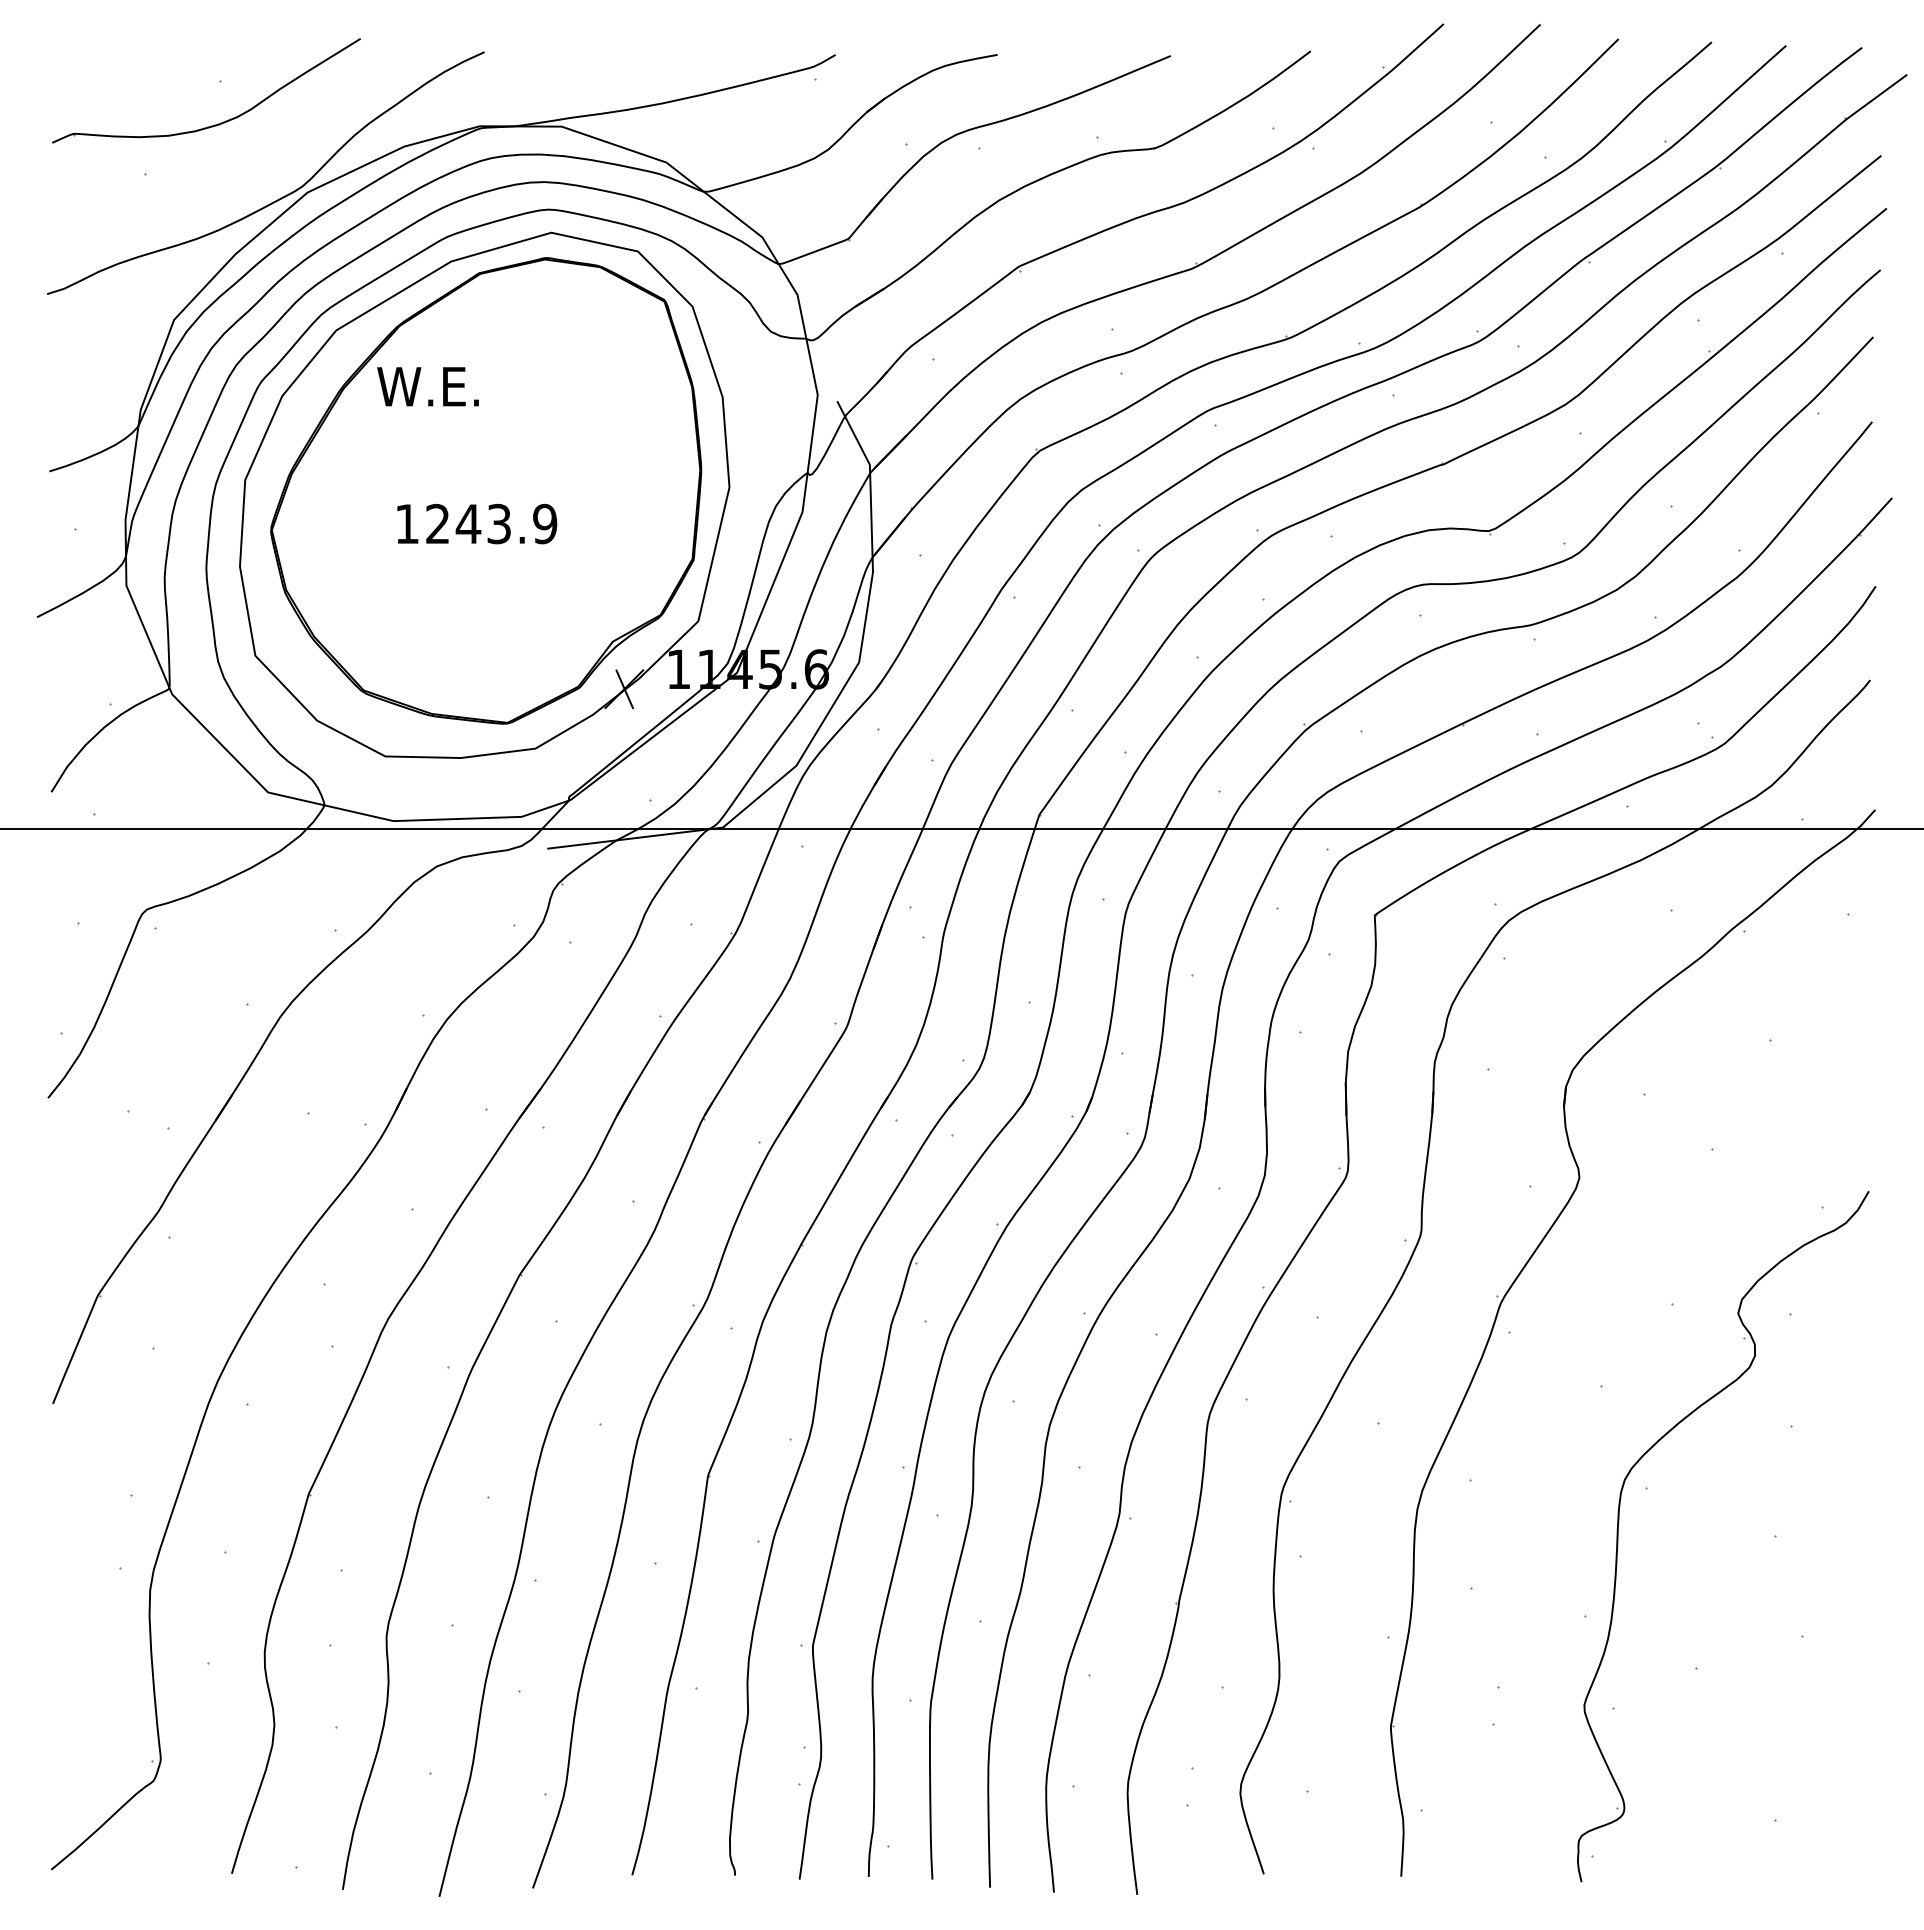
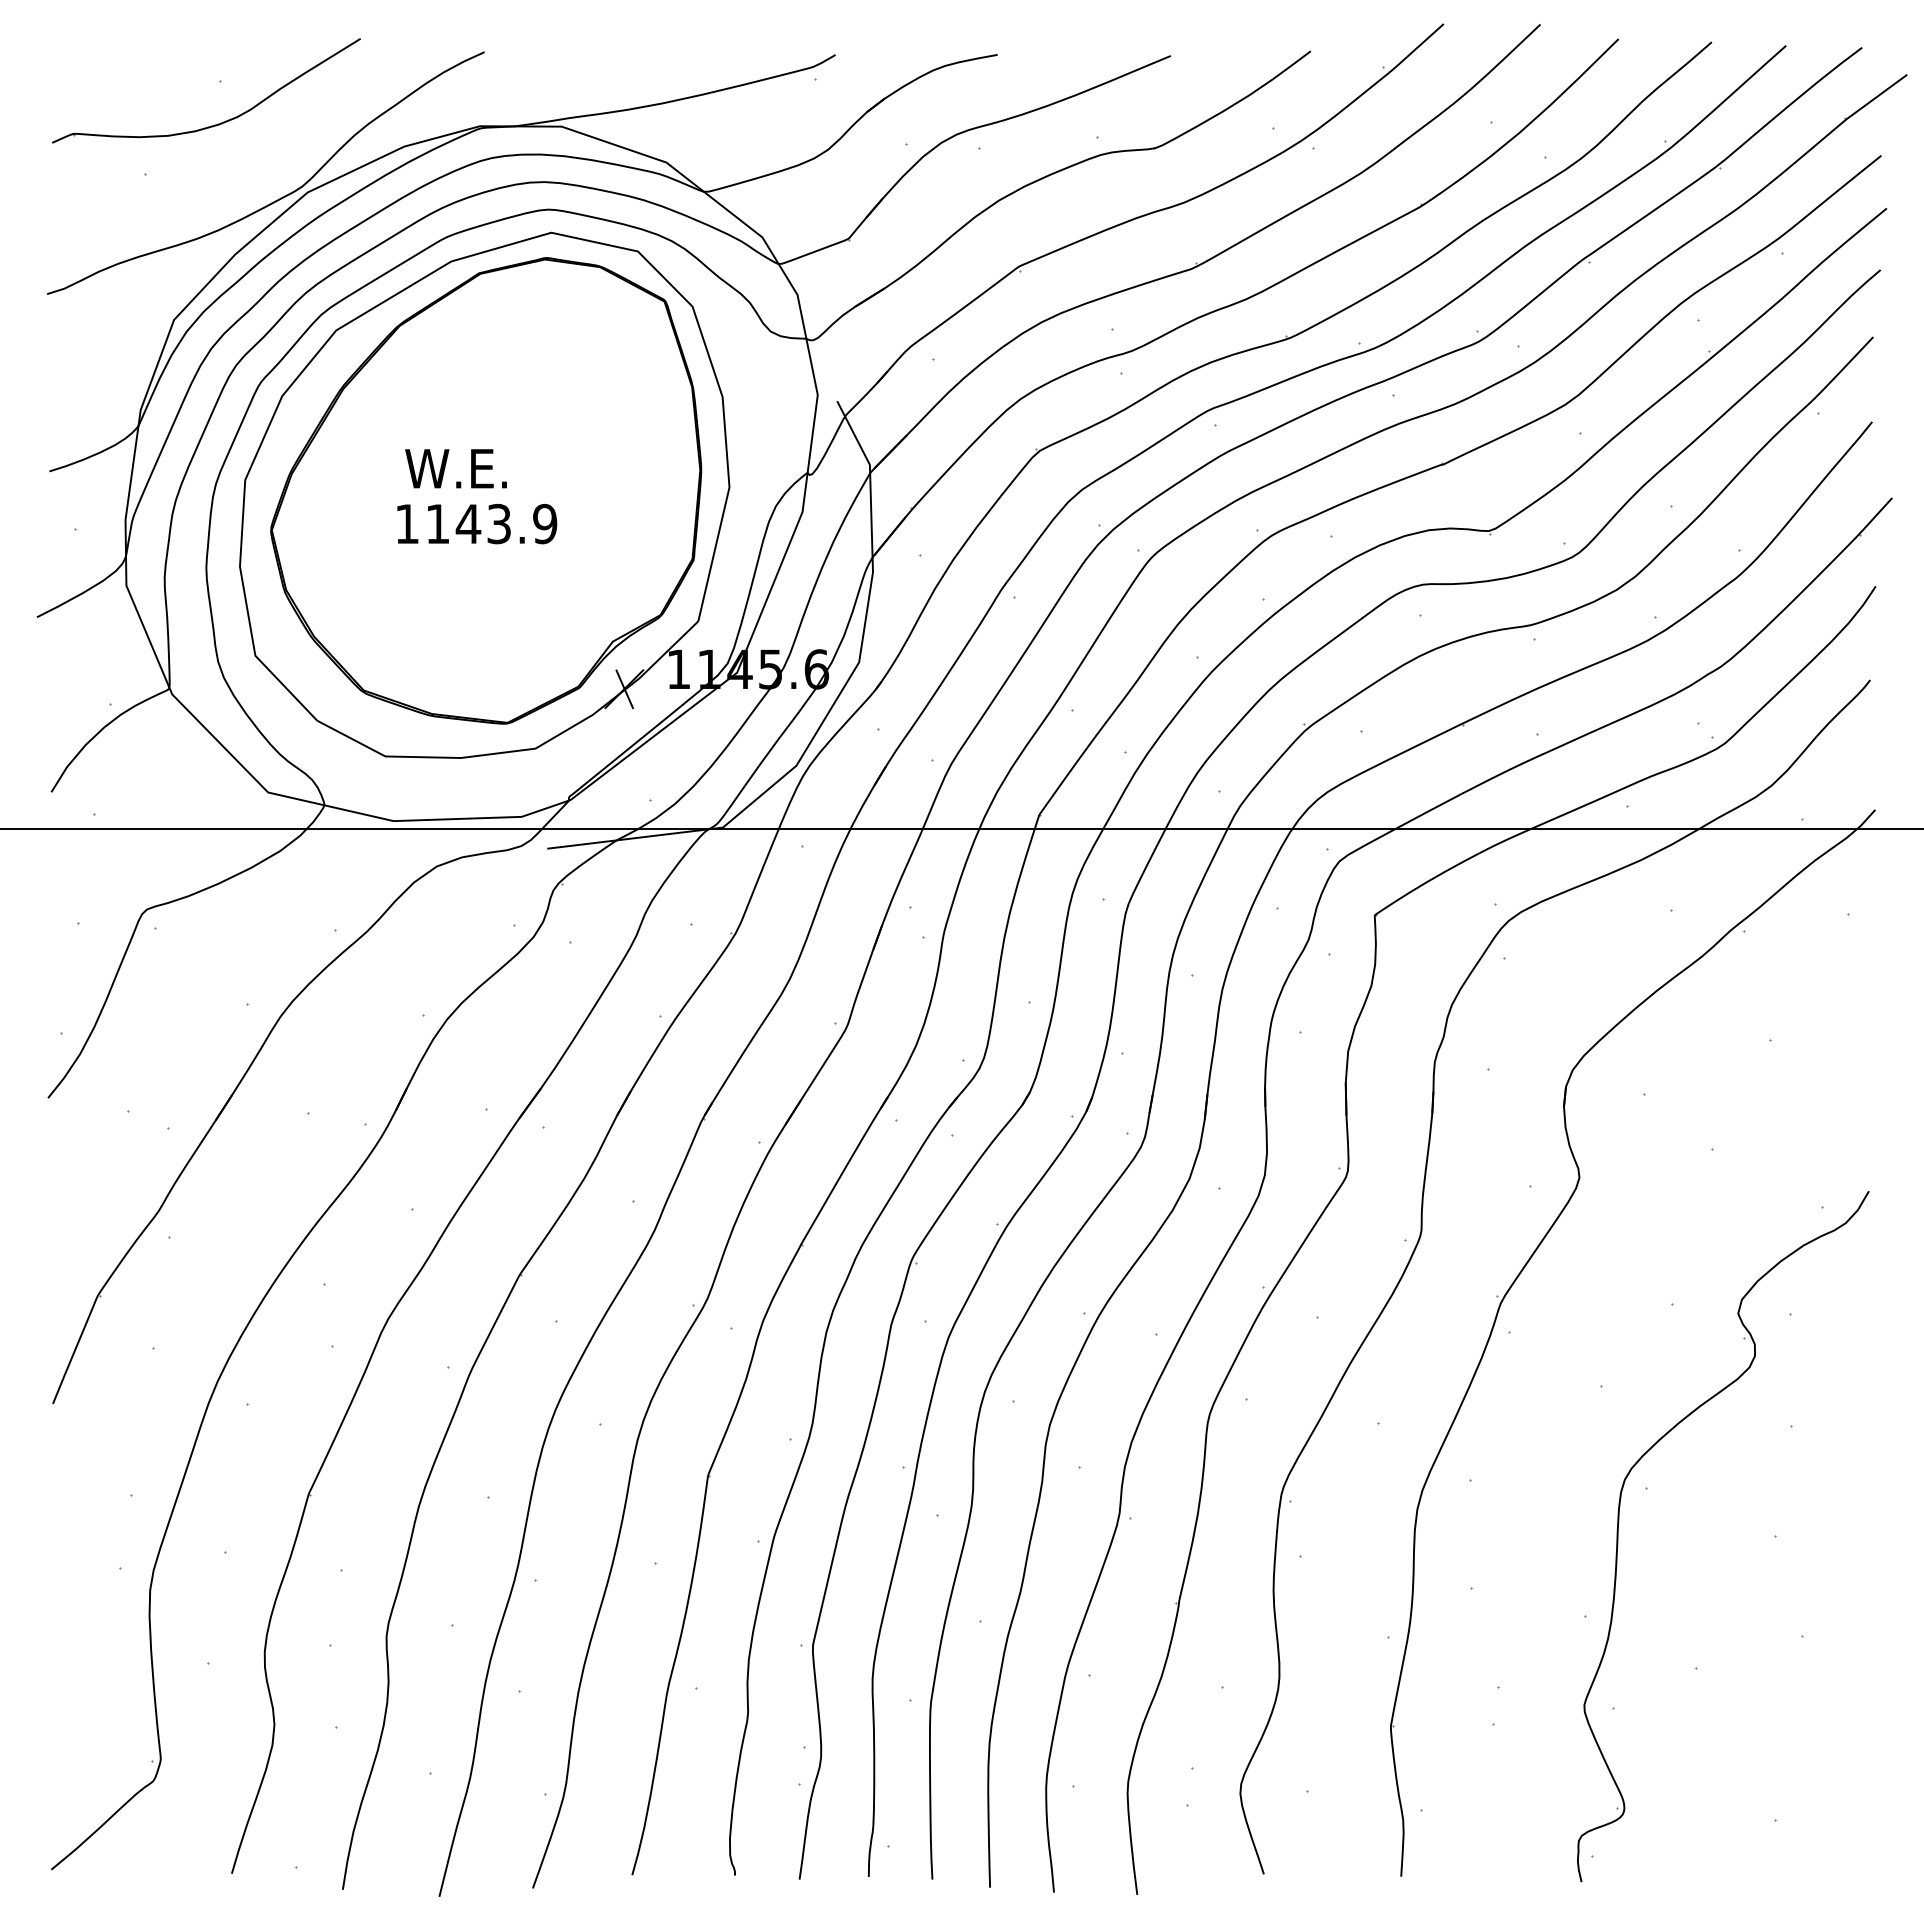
text at (427, 386) position: (427, 386) -> (455, 468)
text at (437, 523): 1243.9 -> 1143.9
